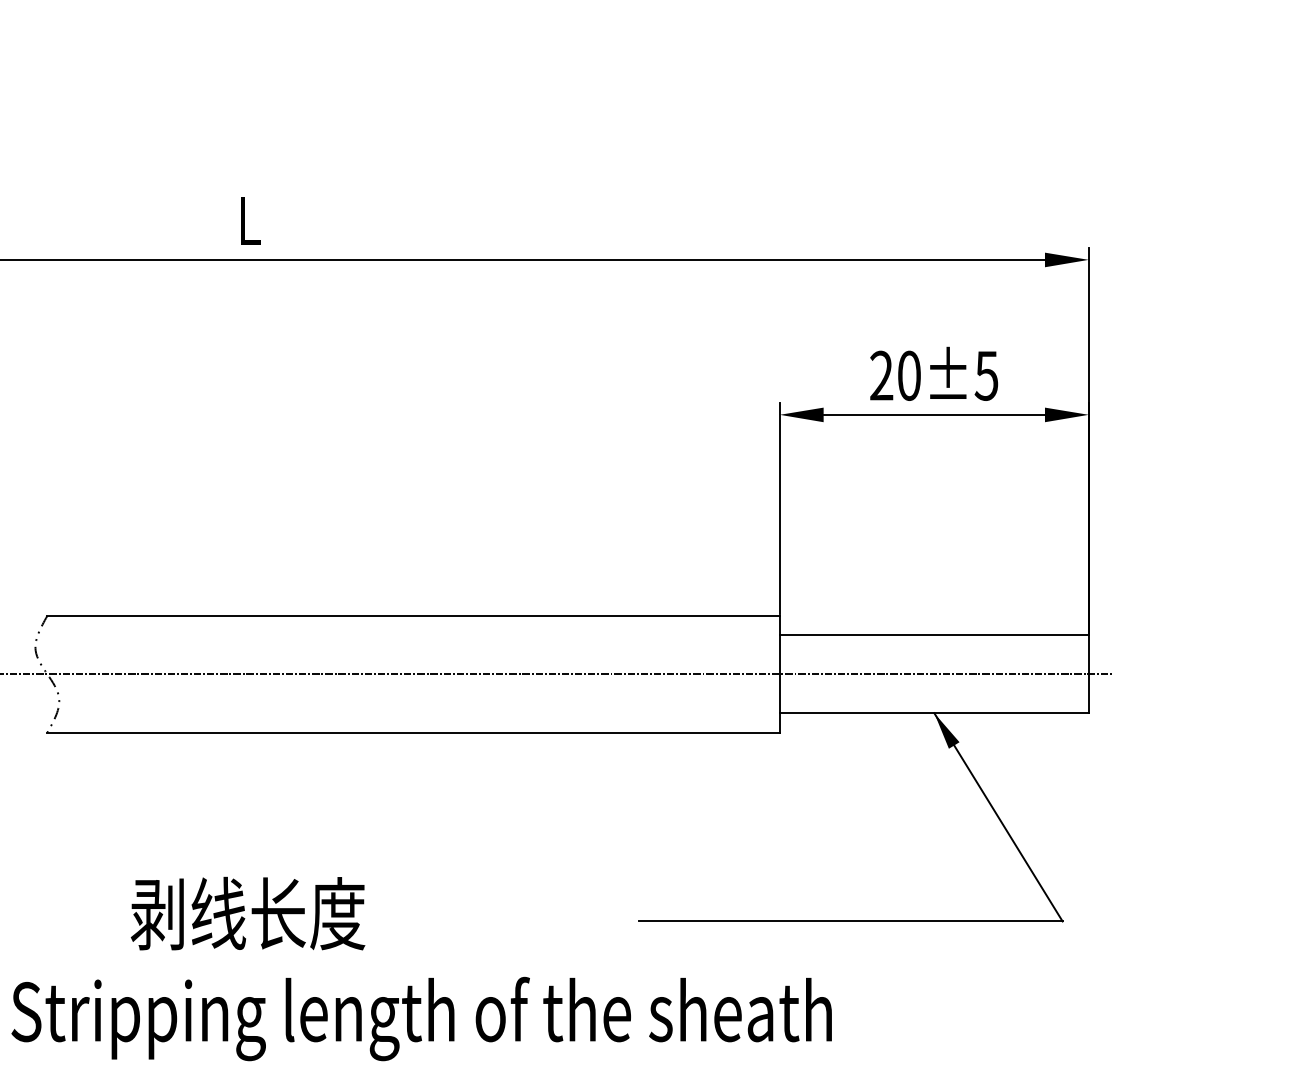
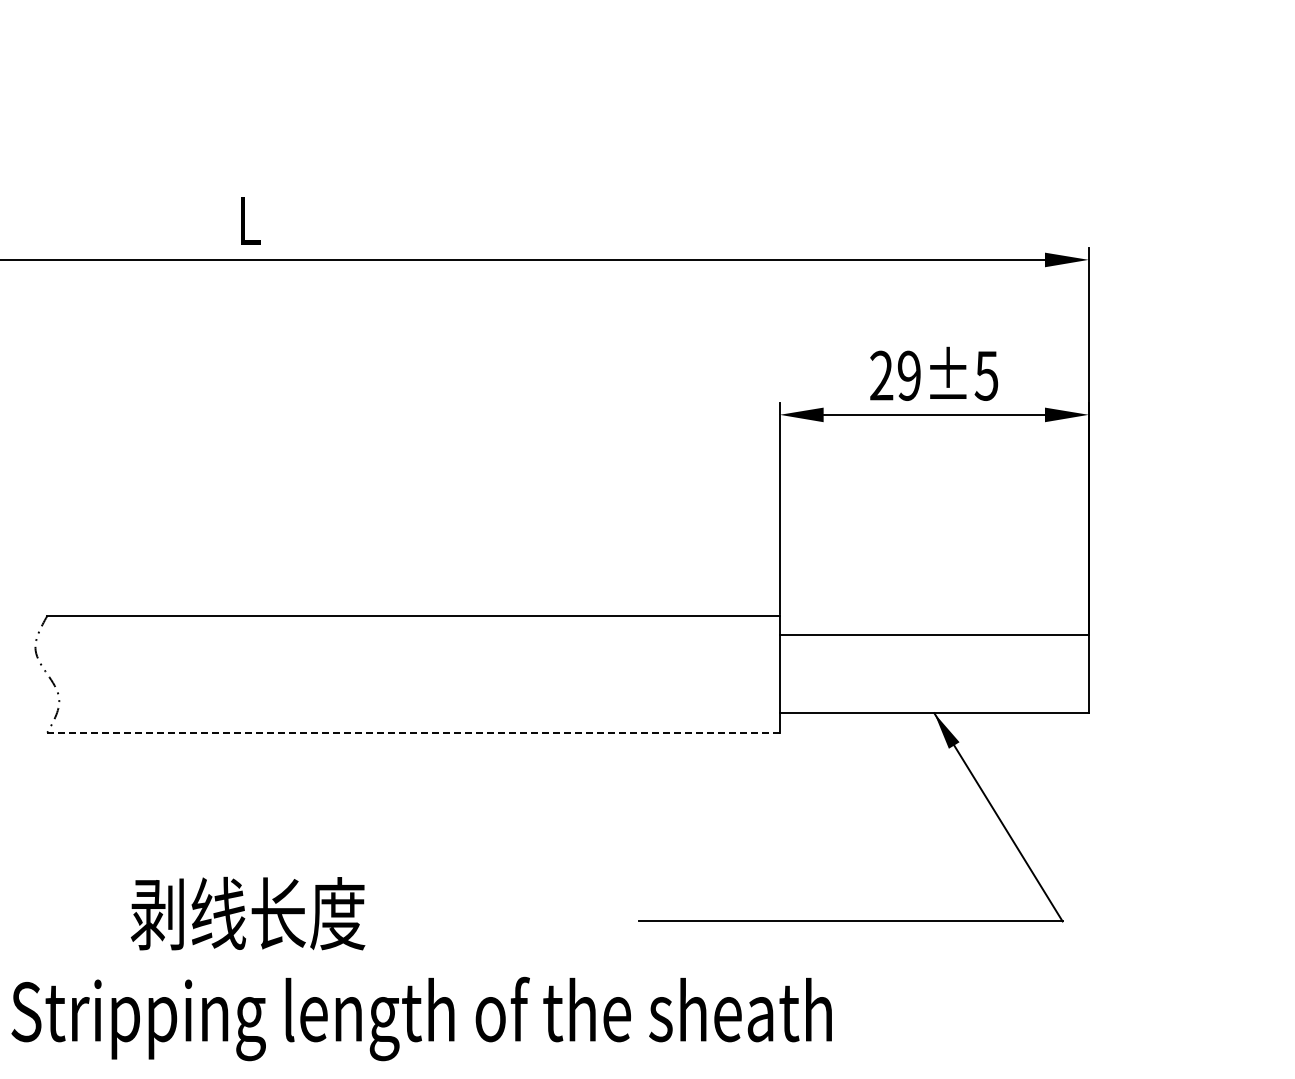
text at (908, 375): 20±5 -> 29±5
line at (557, 674): present -> none
line at (414, 732): solid -> dashed
